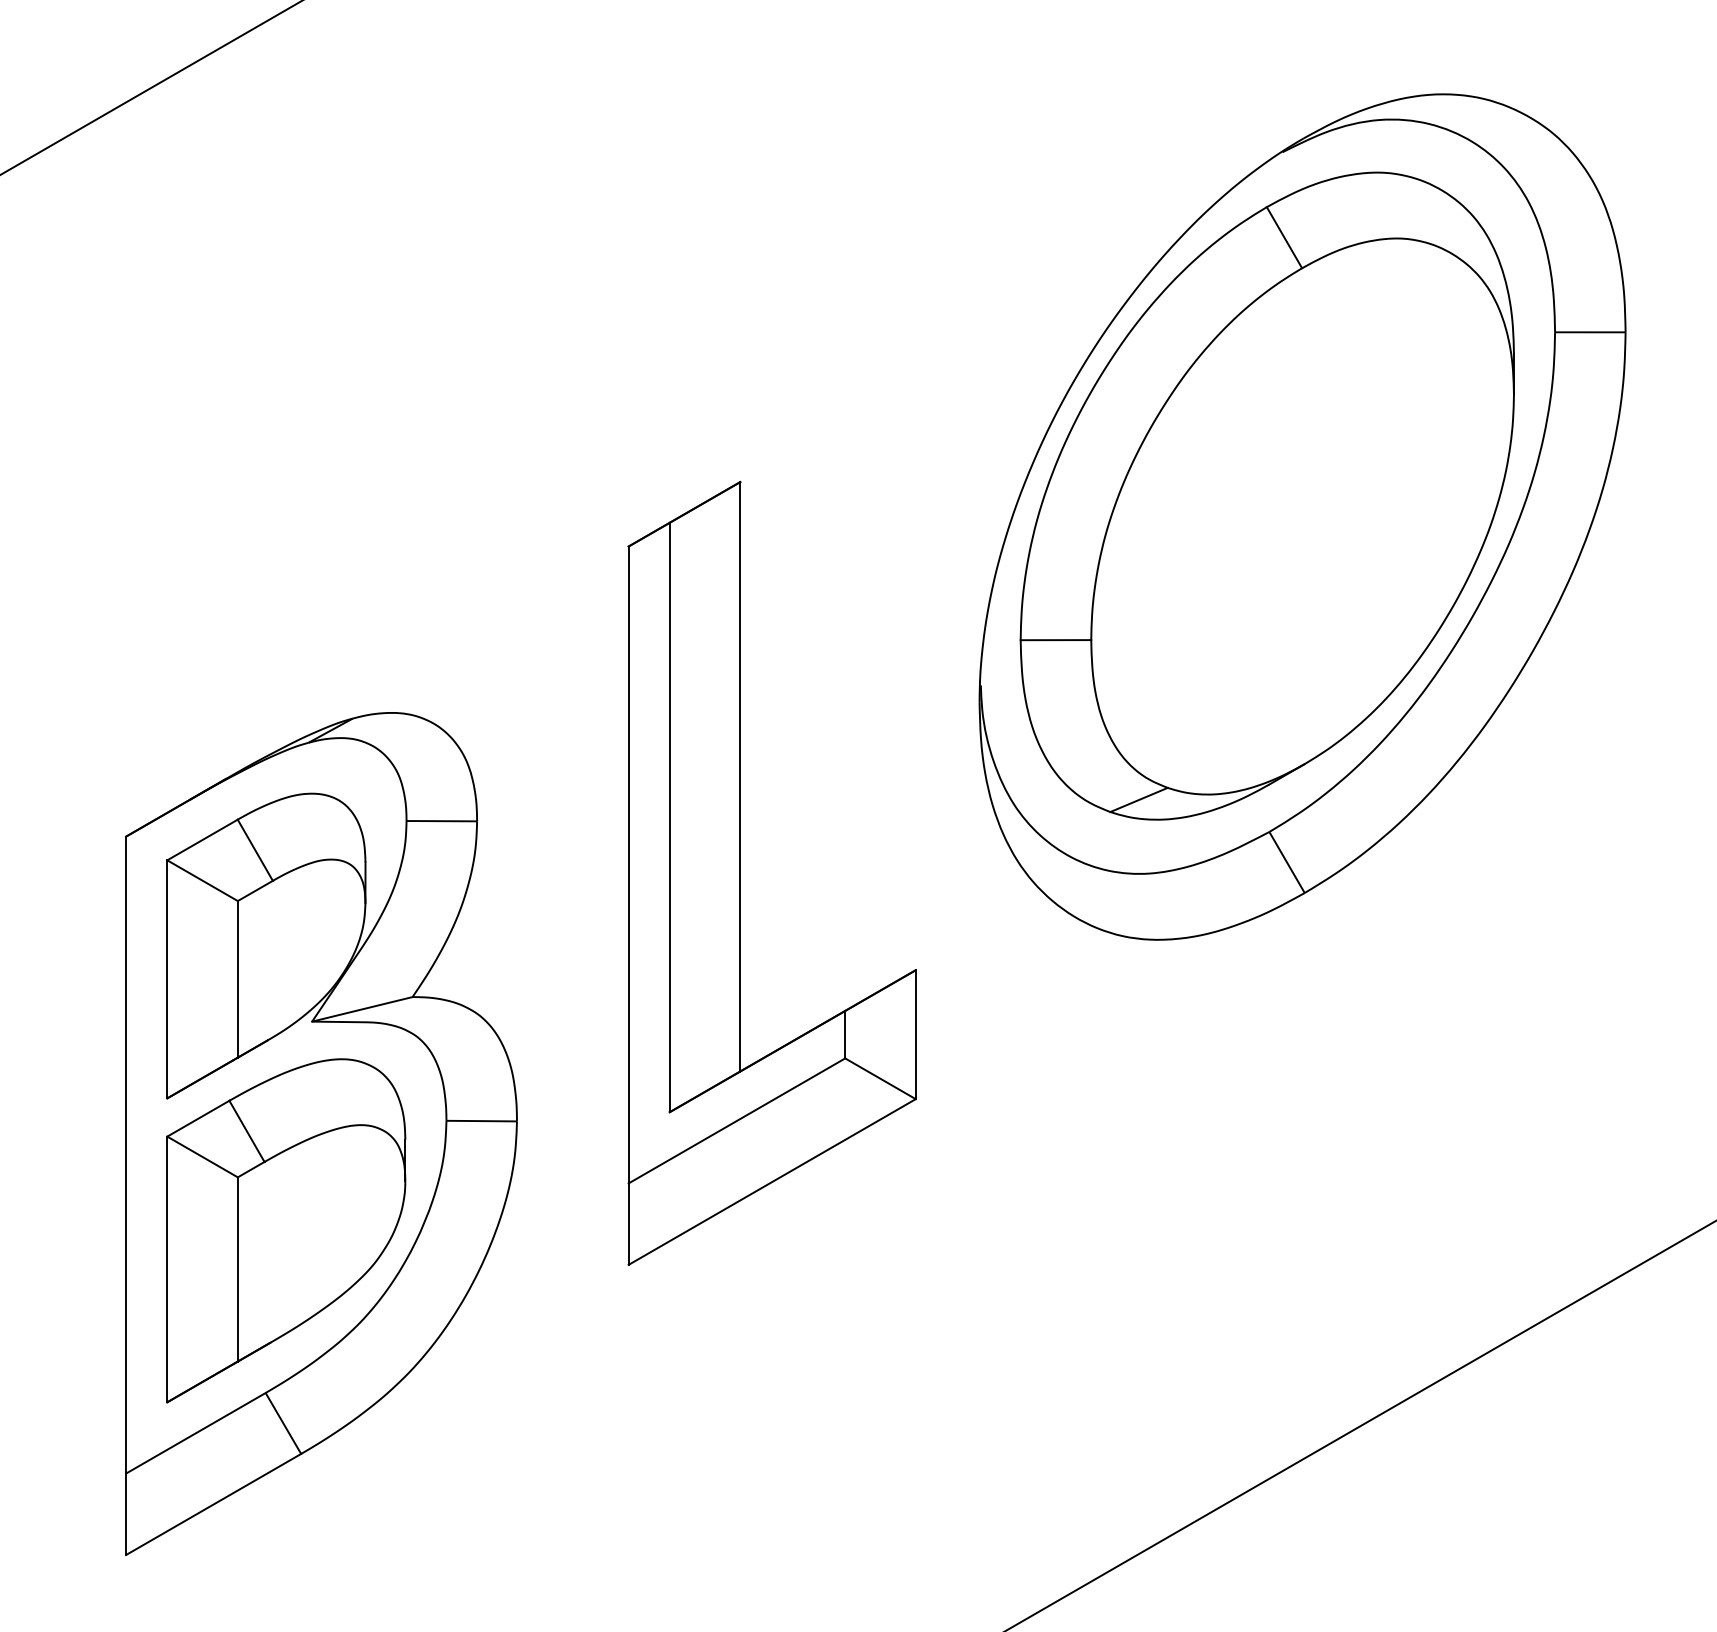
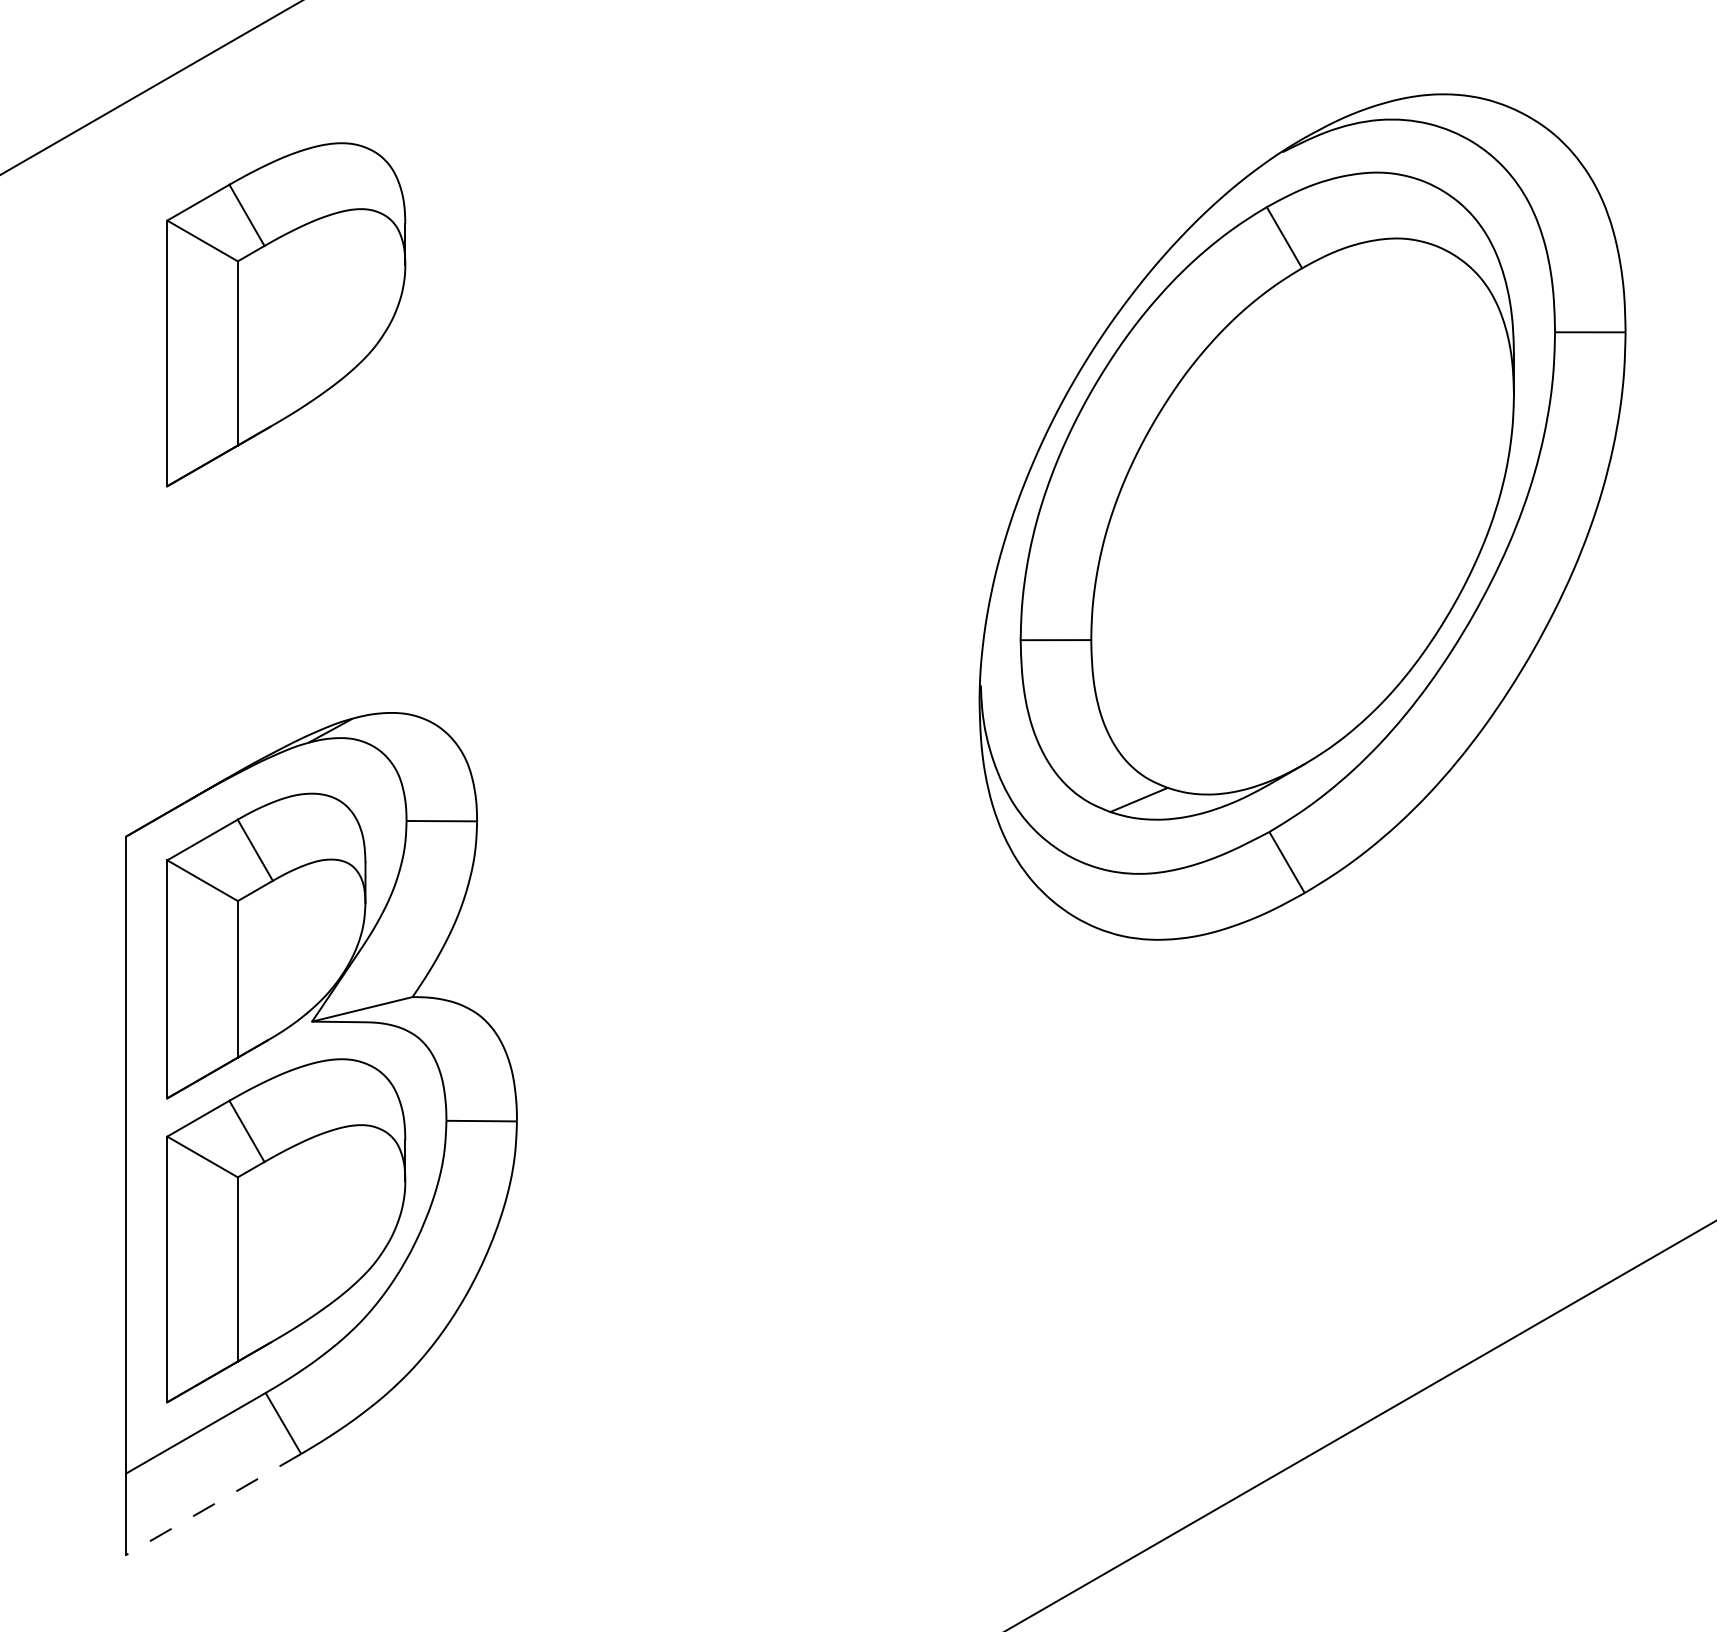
part at (286, 314): none -> present
part at (740, 872): present -> none
line at (213, 1504): solid -> dashed
